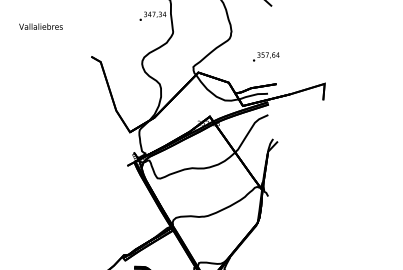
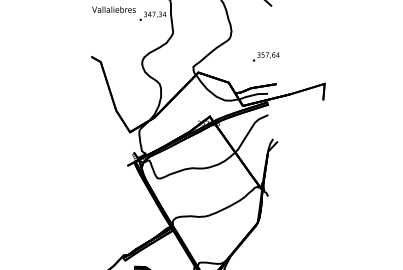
text at (40, 26) position: (40, 26) -> (113, 9)
